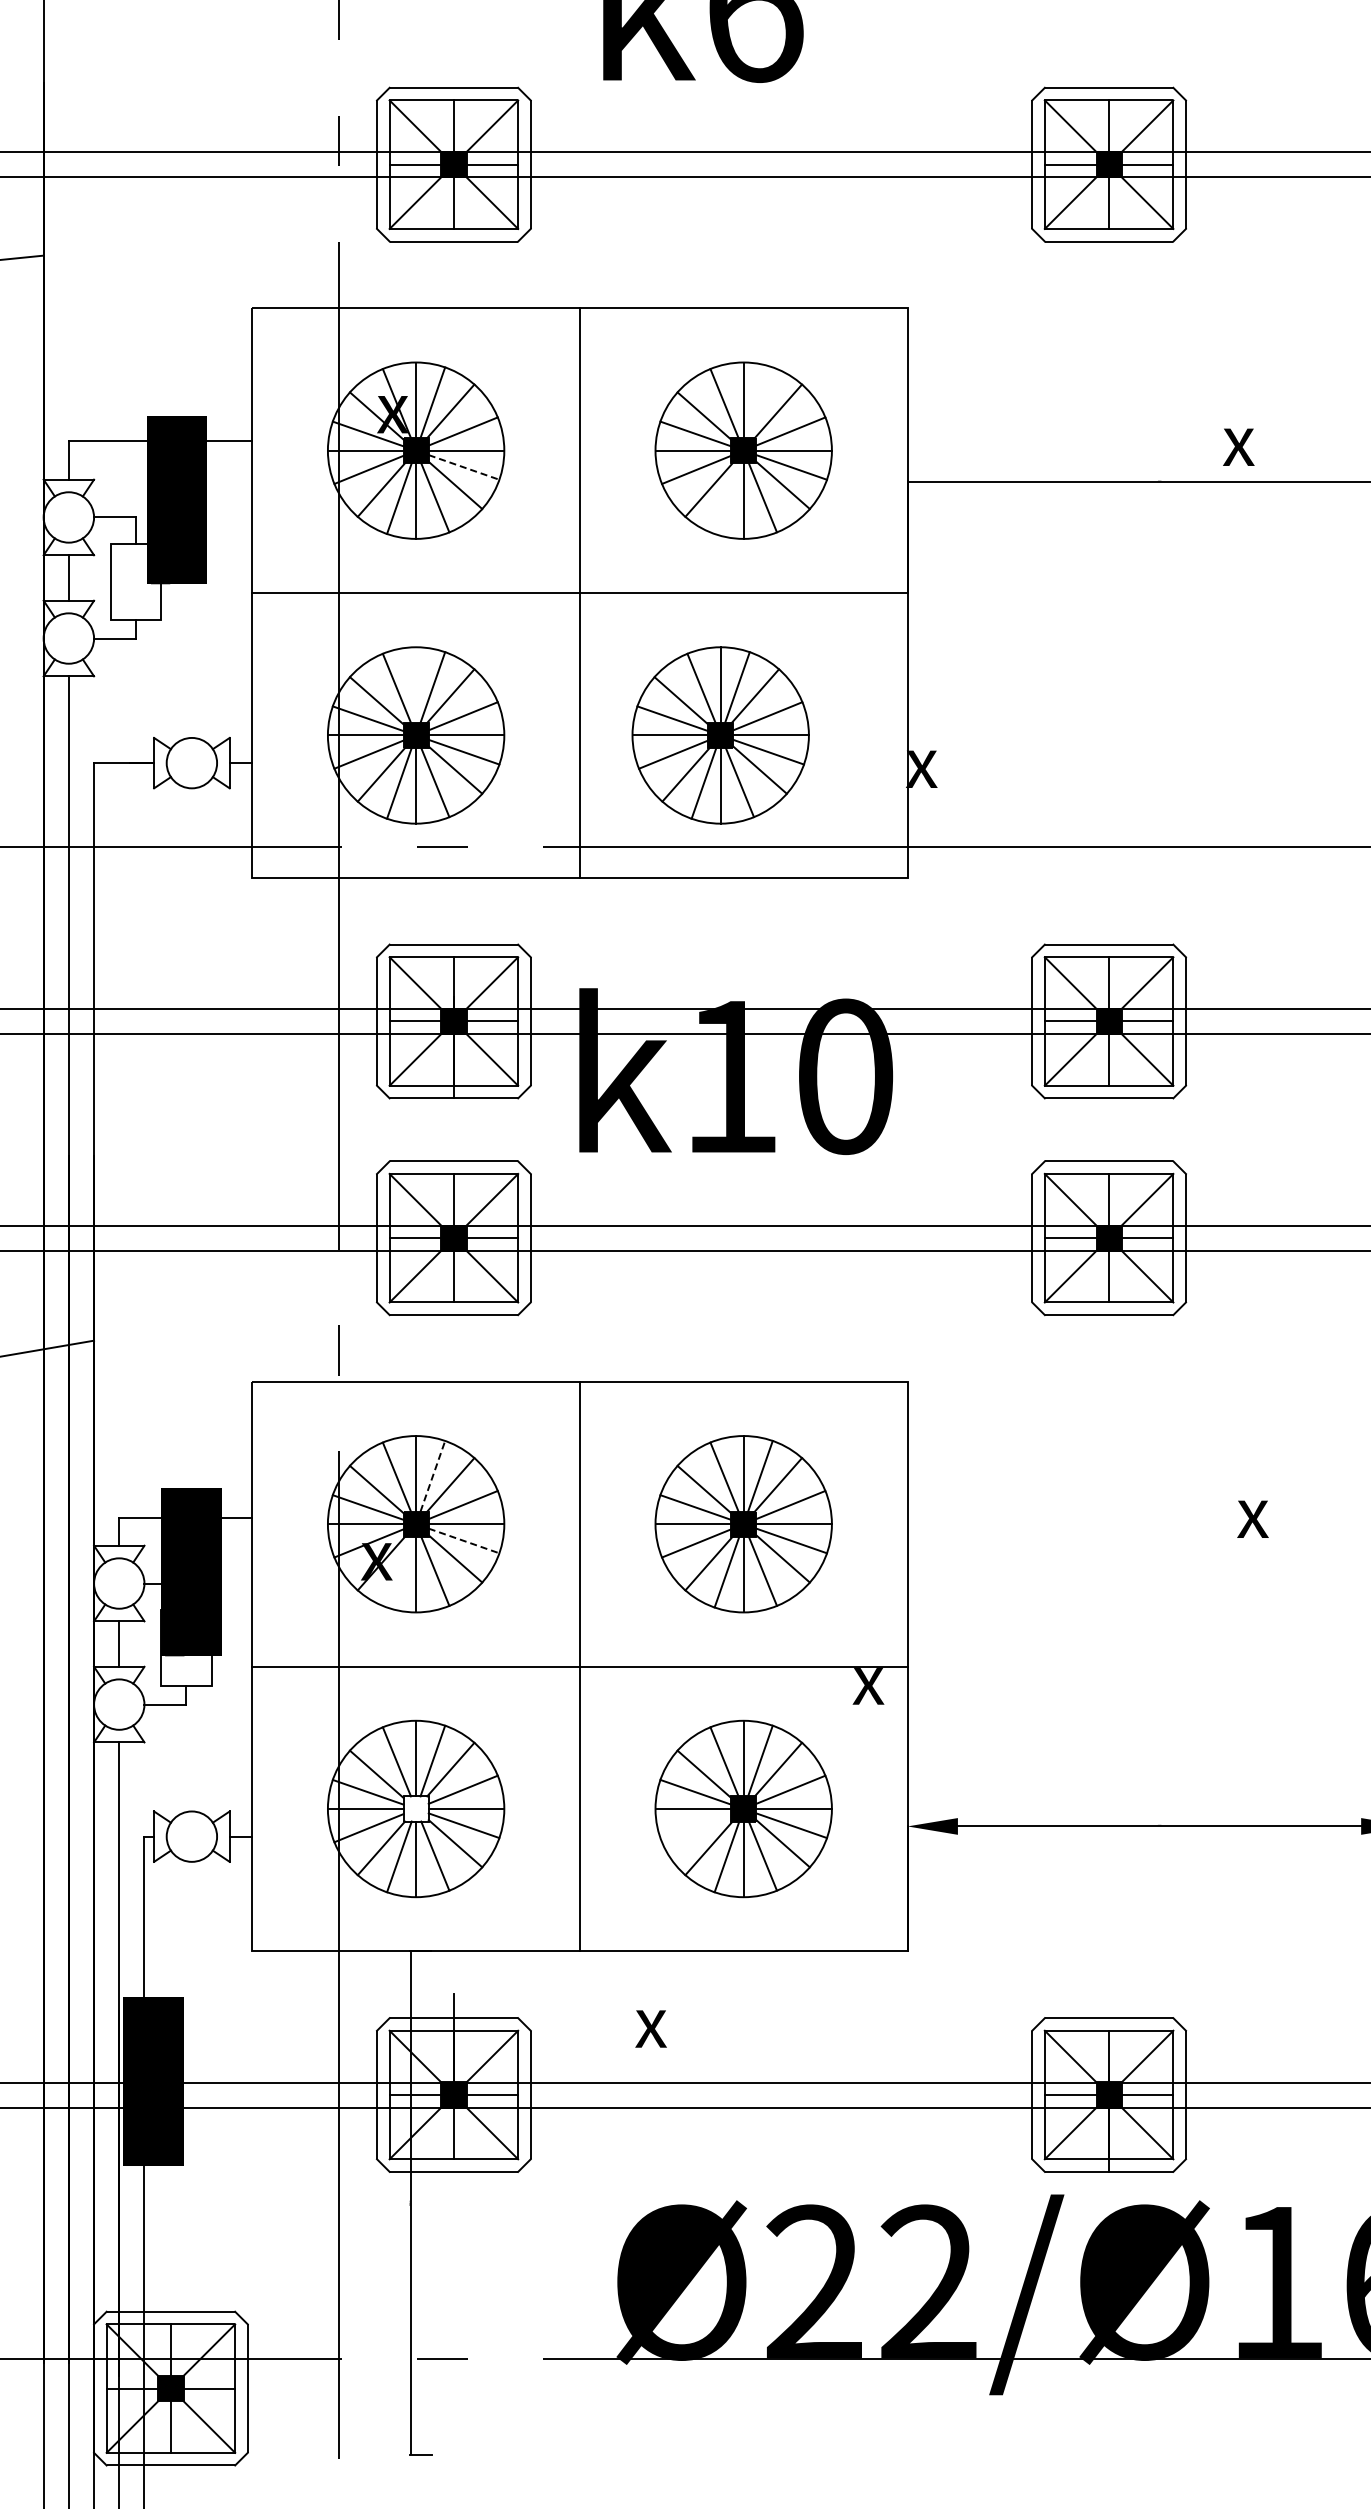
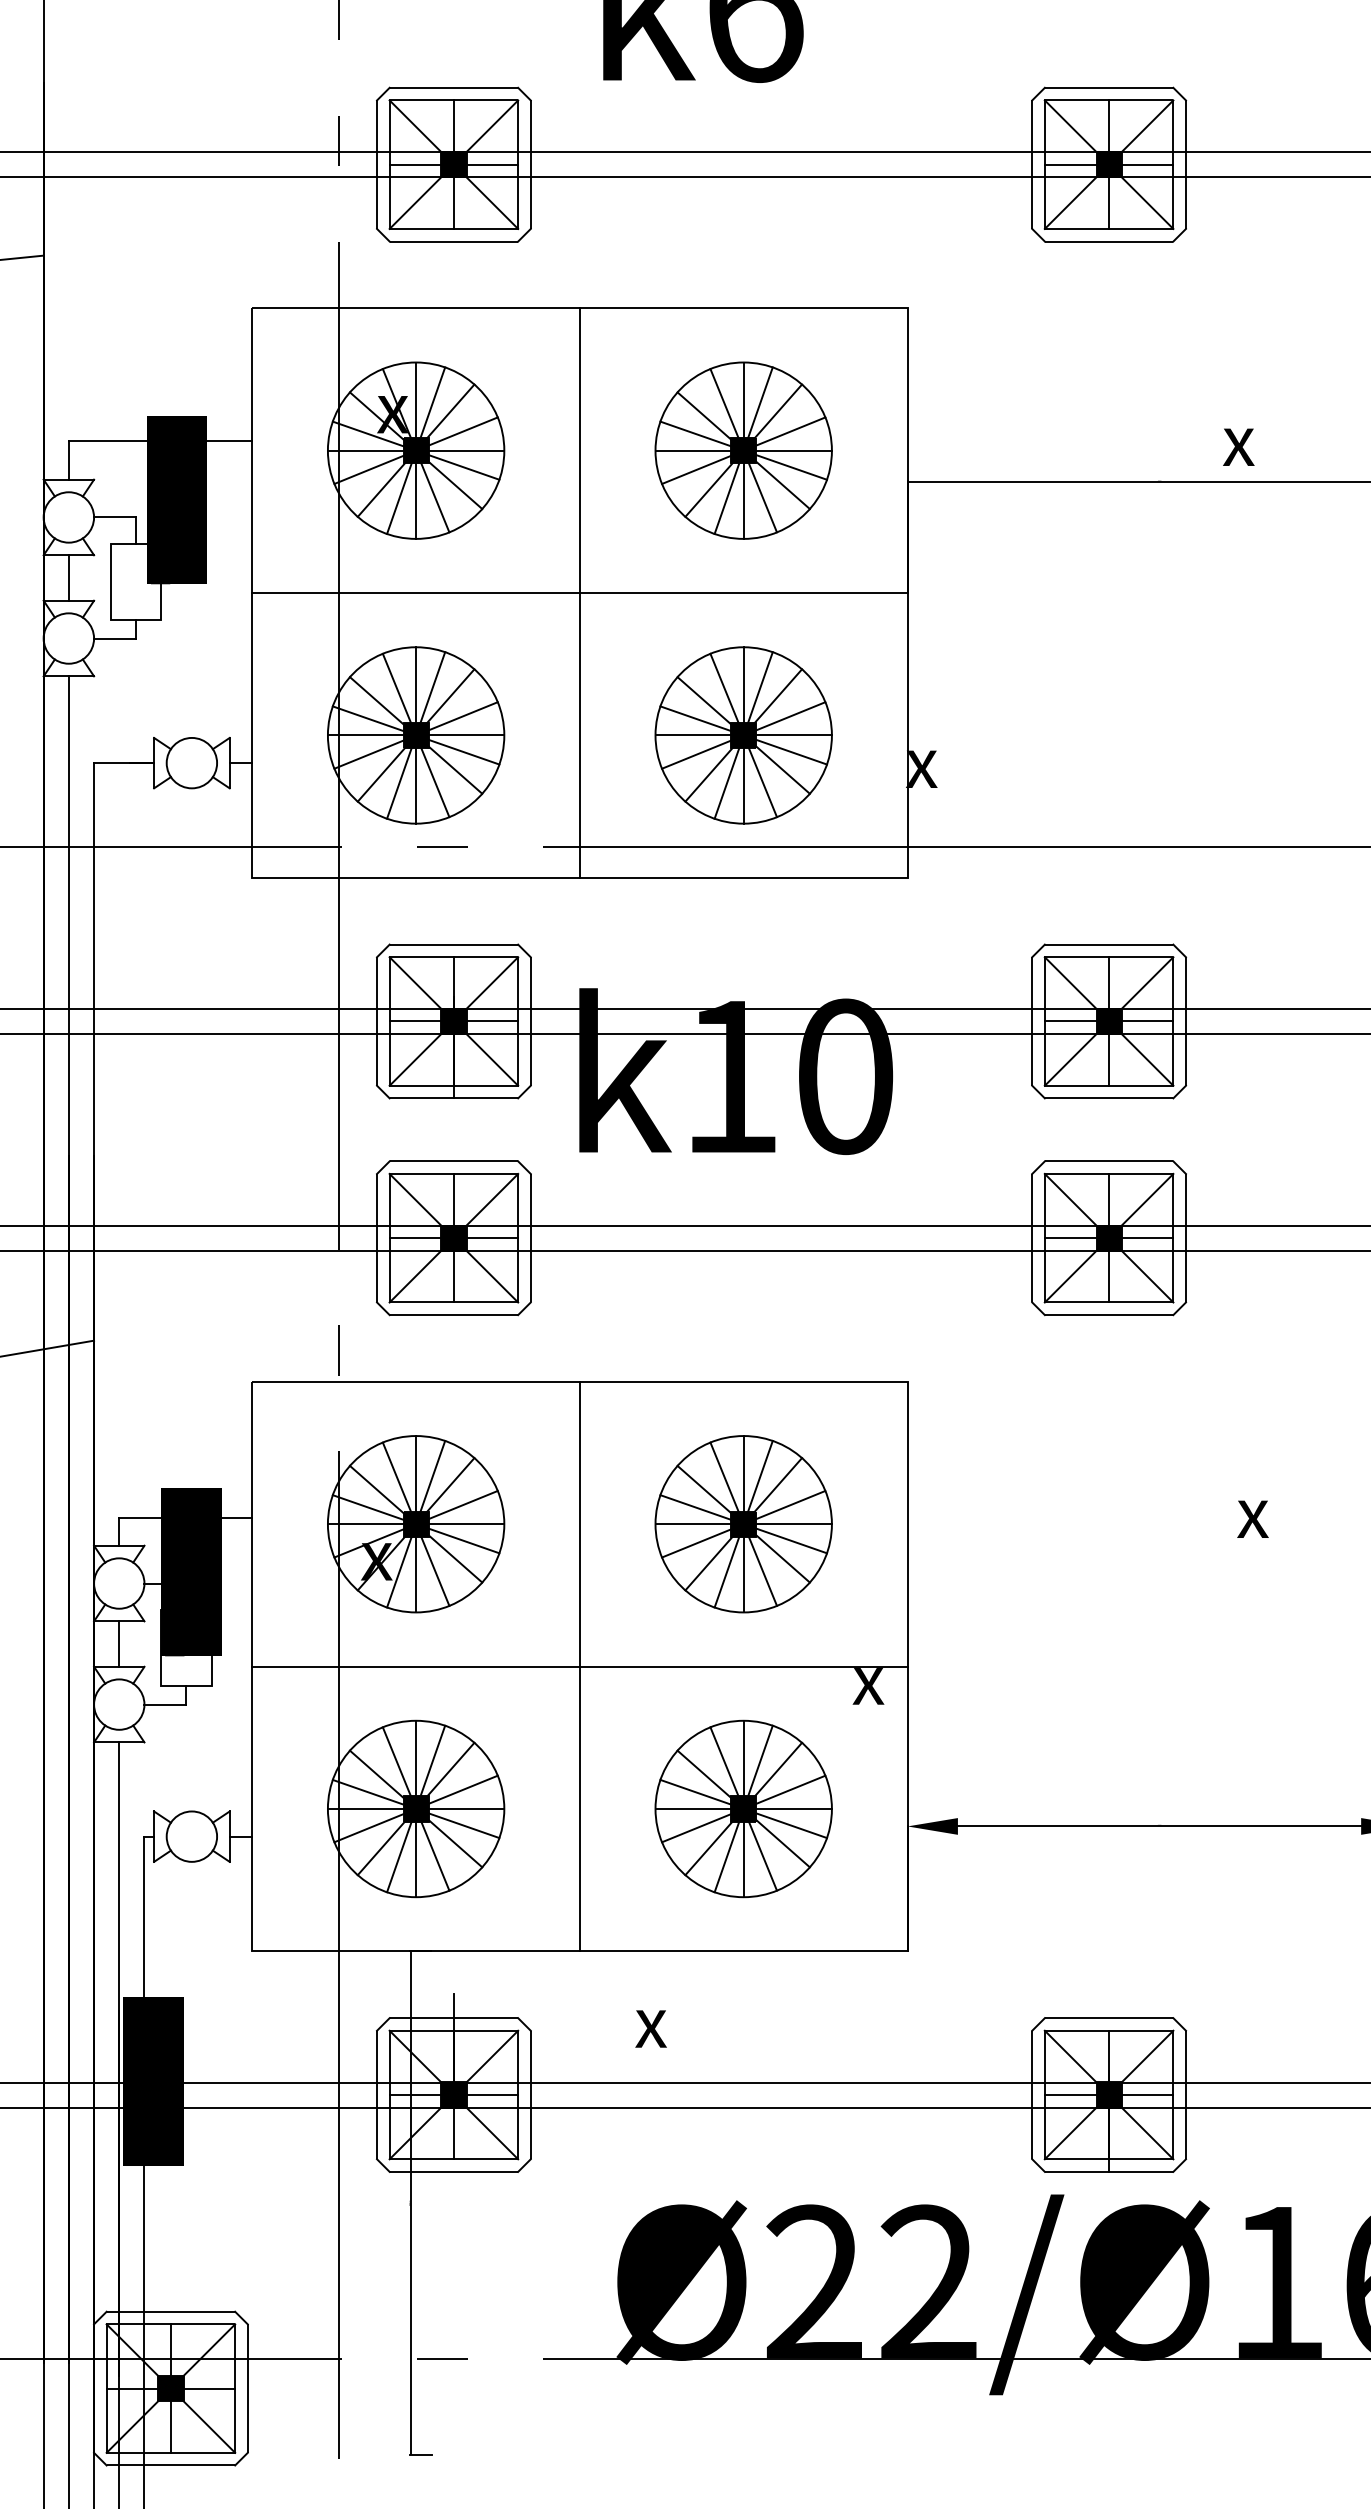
line at (760, 402): none -> present
line at (464, 467): dashed -> solid
line at (726, 498): none -> present
line at (416, 684): none -> present
part at (720, 735) position: (720, 735) -> (743, 735)
line at (433, 1475): dashed -> solid
line at (464, 1541): dashed -> solid
line at (399, 1571): none -> present
fill at (415, 1808): none -> present
line at (696, 1828): none -> present
